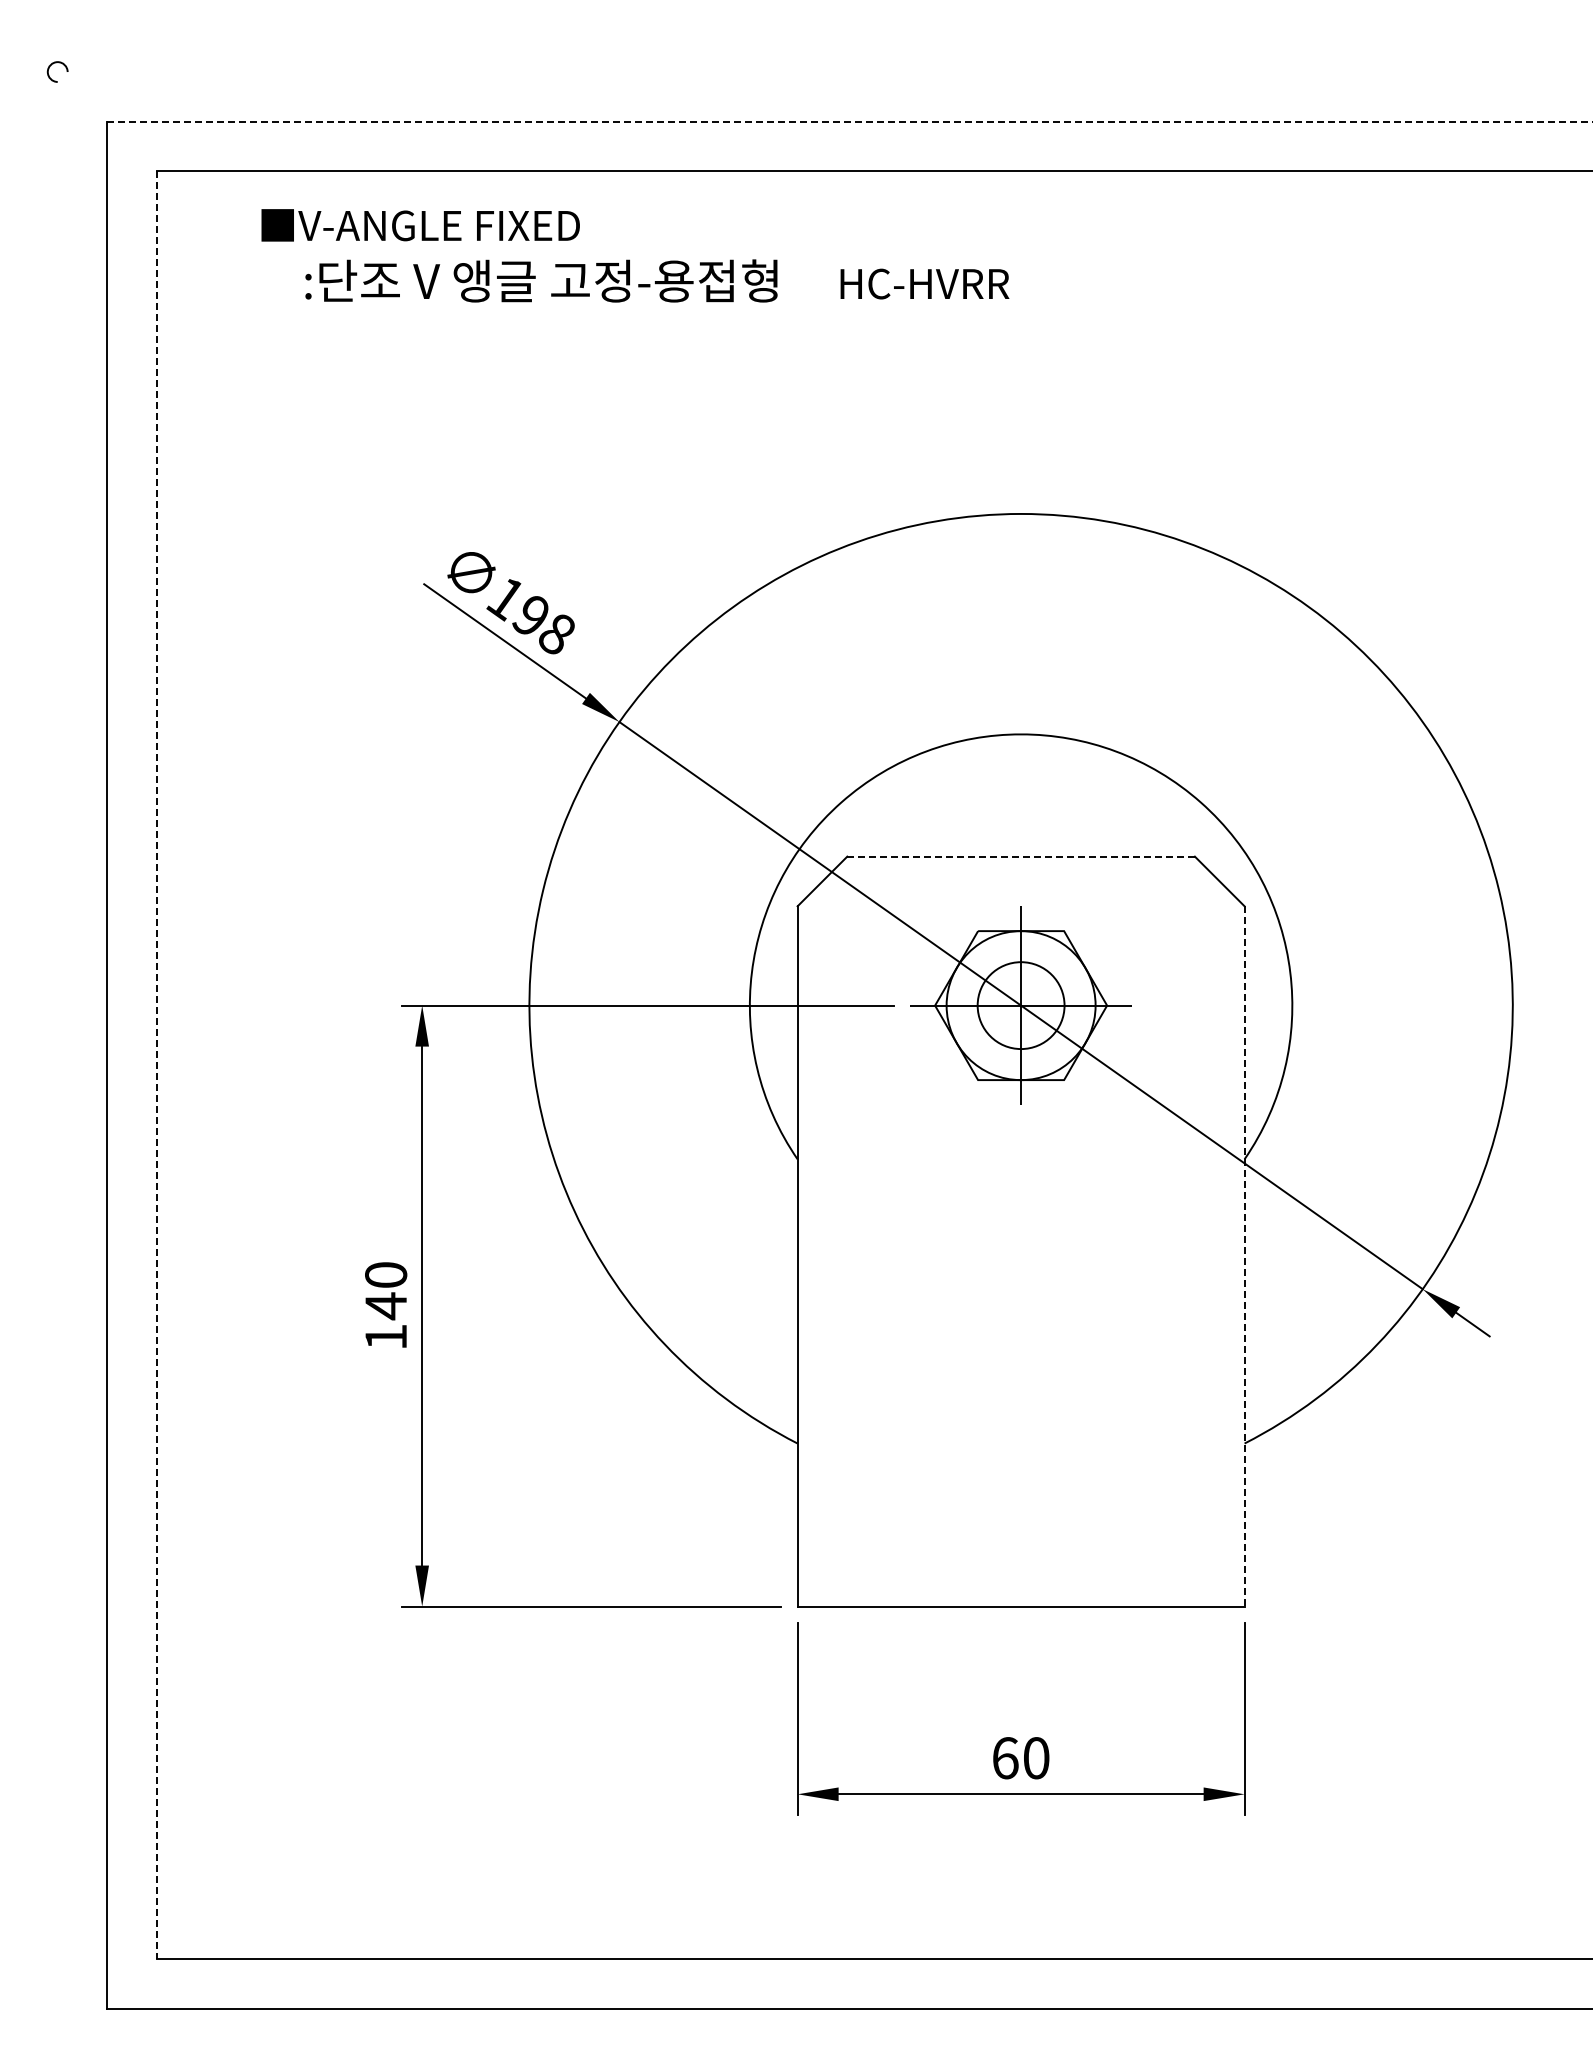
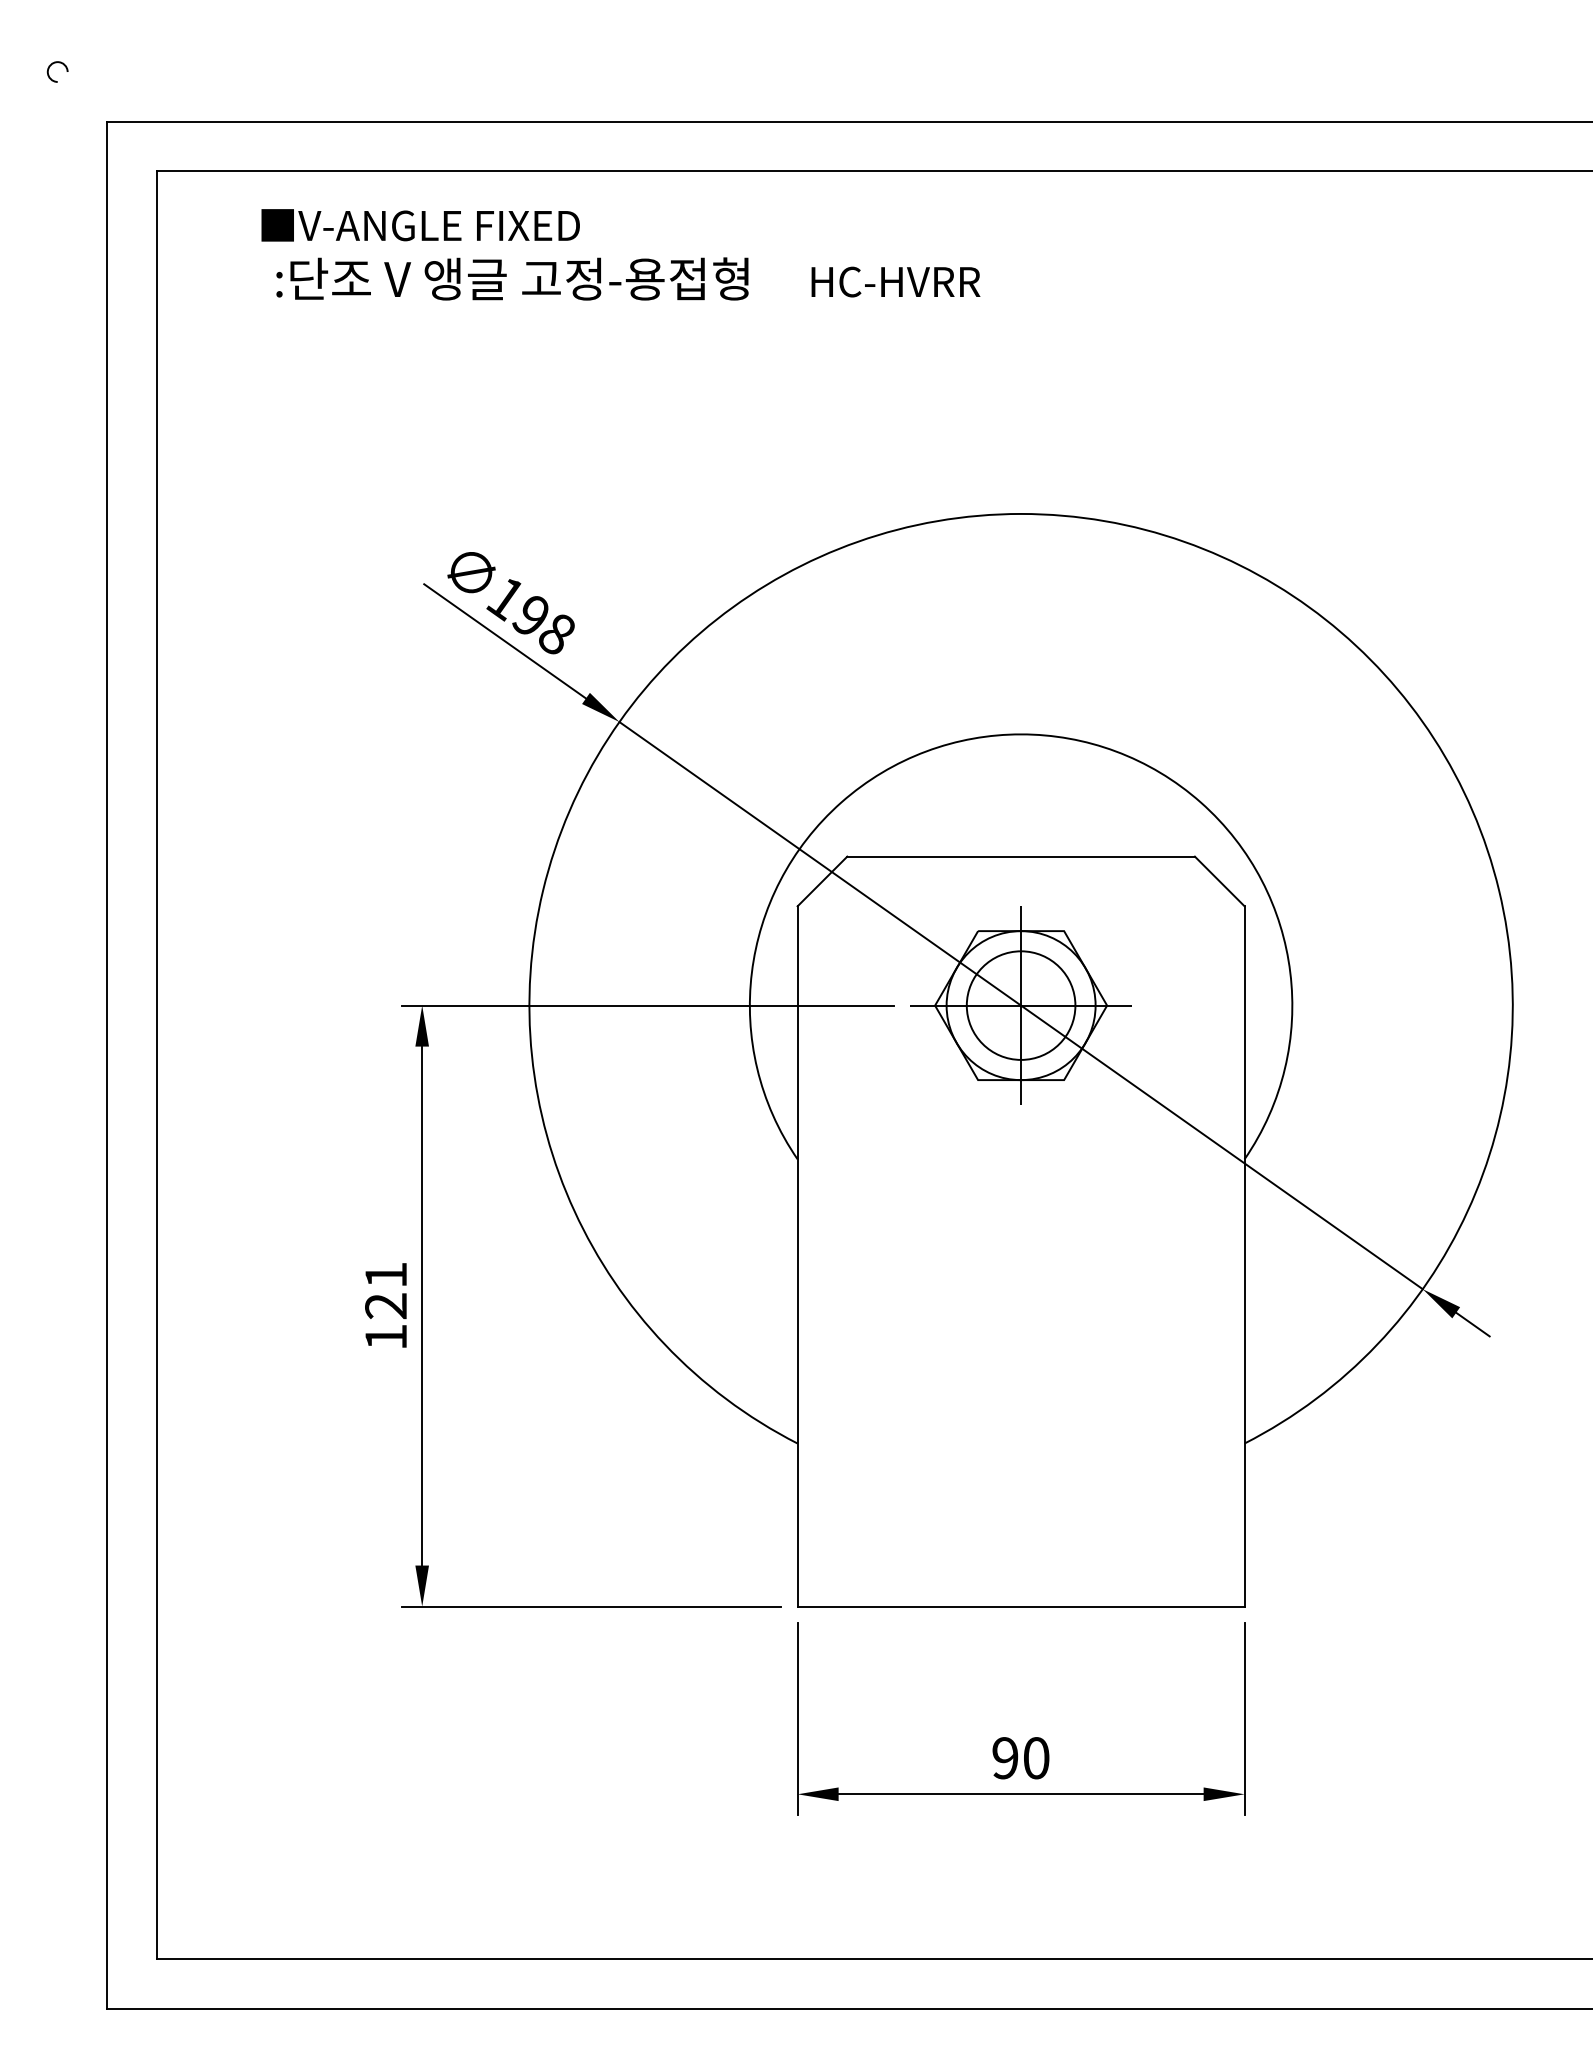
line at (850, 121): dashed -> solid
text at (657, 280) position: (657, 280) -> (628, 278)
line at (1021, 856): dashed -> solid
circle at (1020, 1005) diameter: 87 px -> 109 px
line at (157, 1065): dashed -> solid
line at (1244, 1256): dashed -> solid
text at (386, 1291): 140 -> 121
text at (1005, 1758): 60 -> 90
